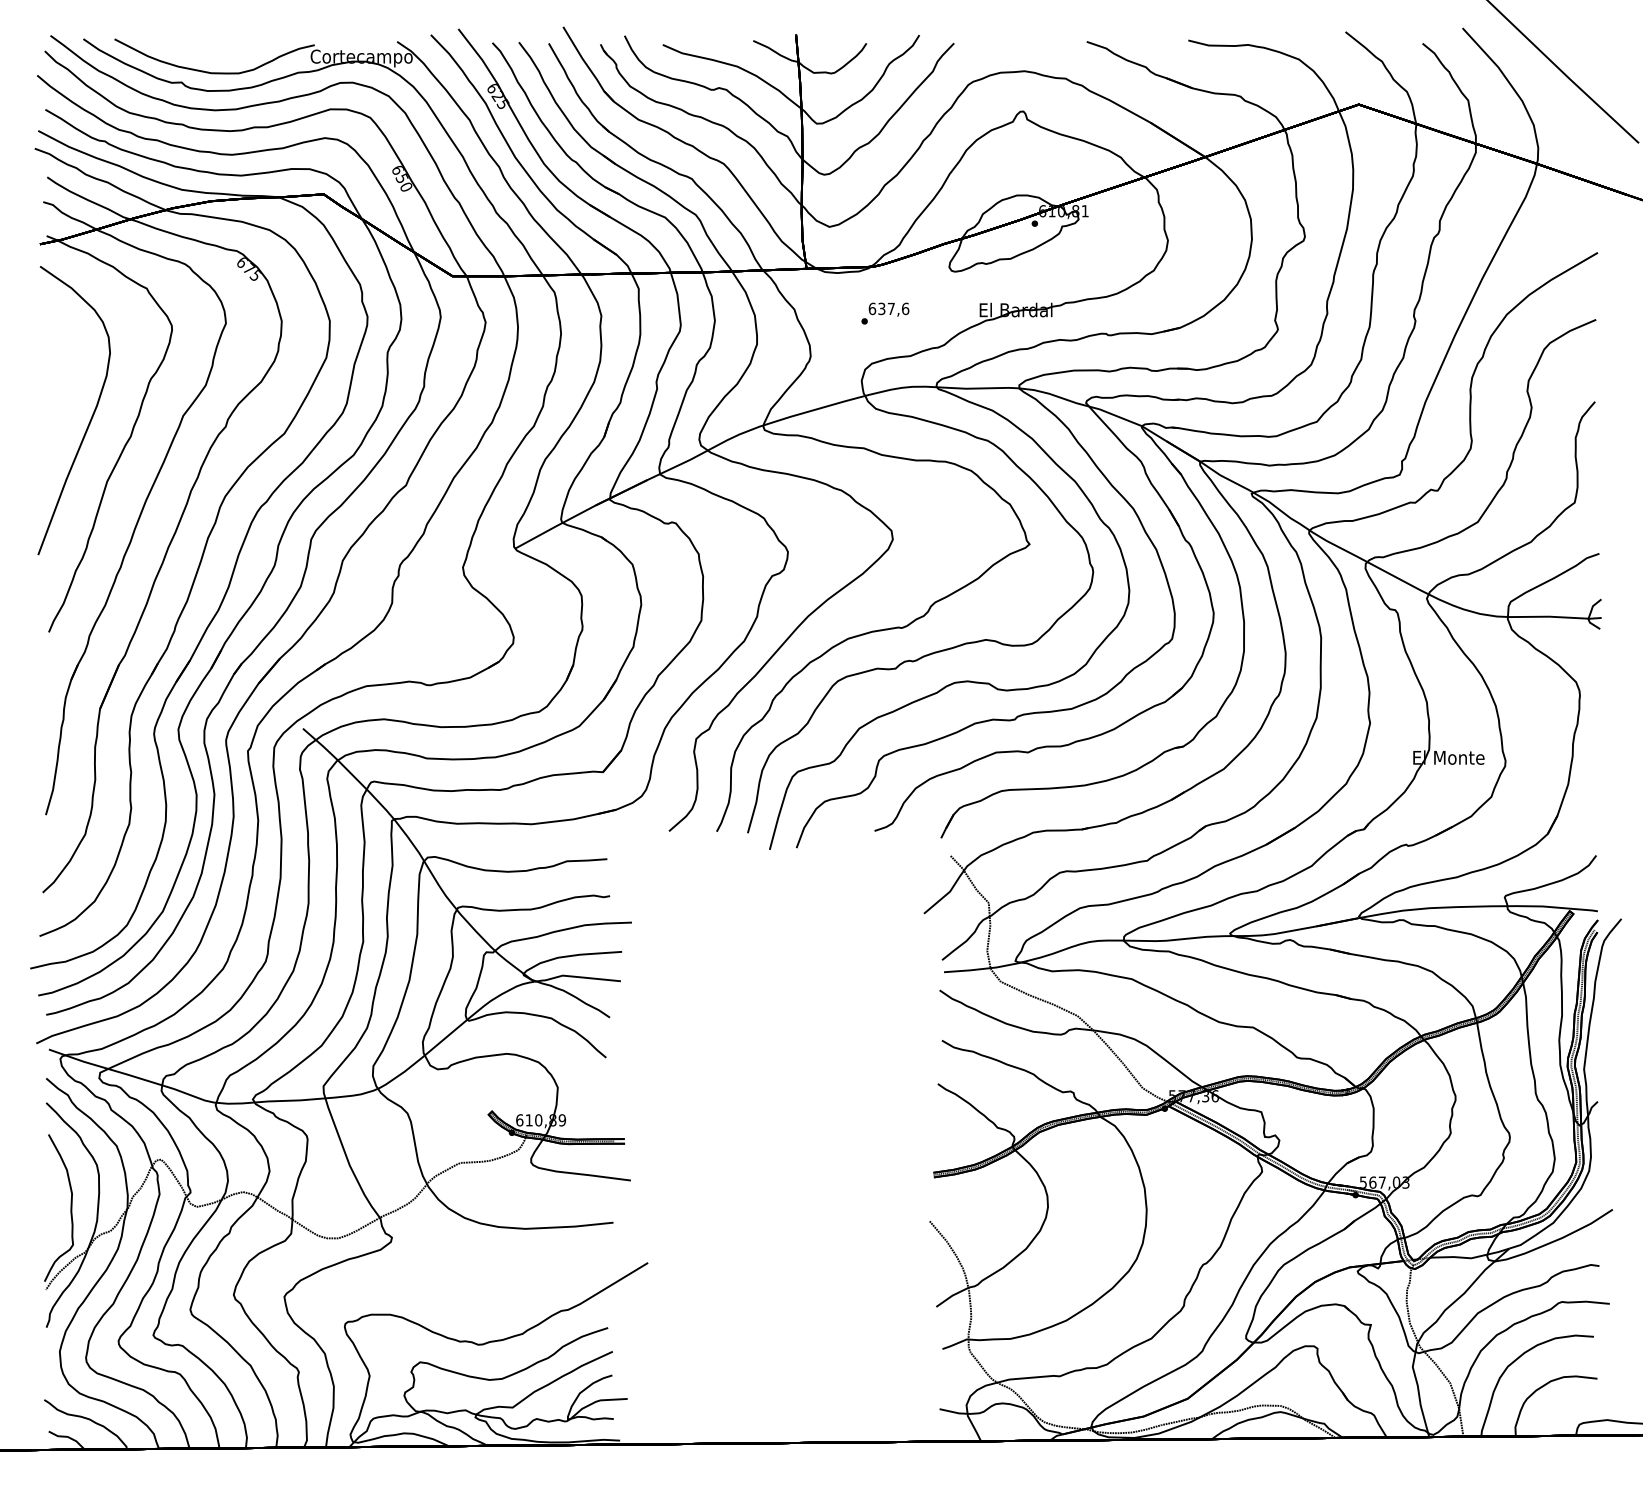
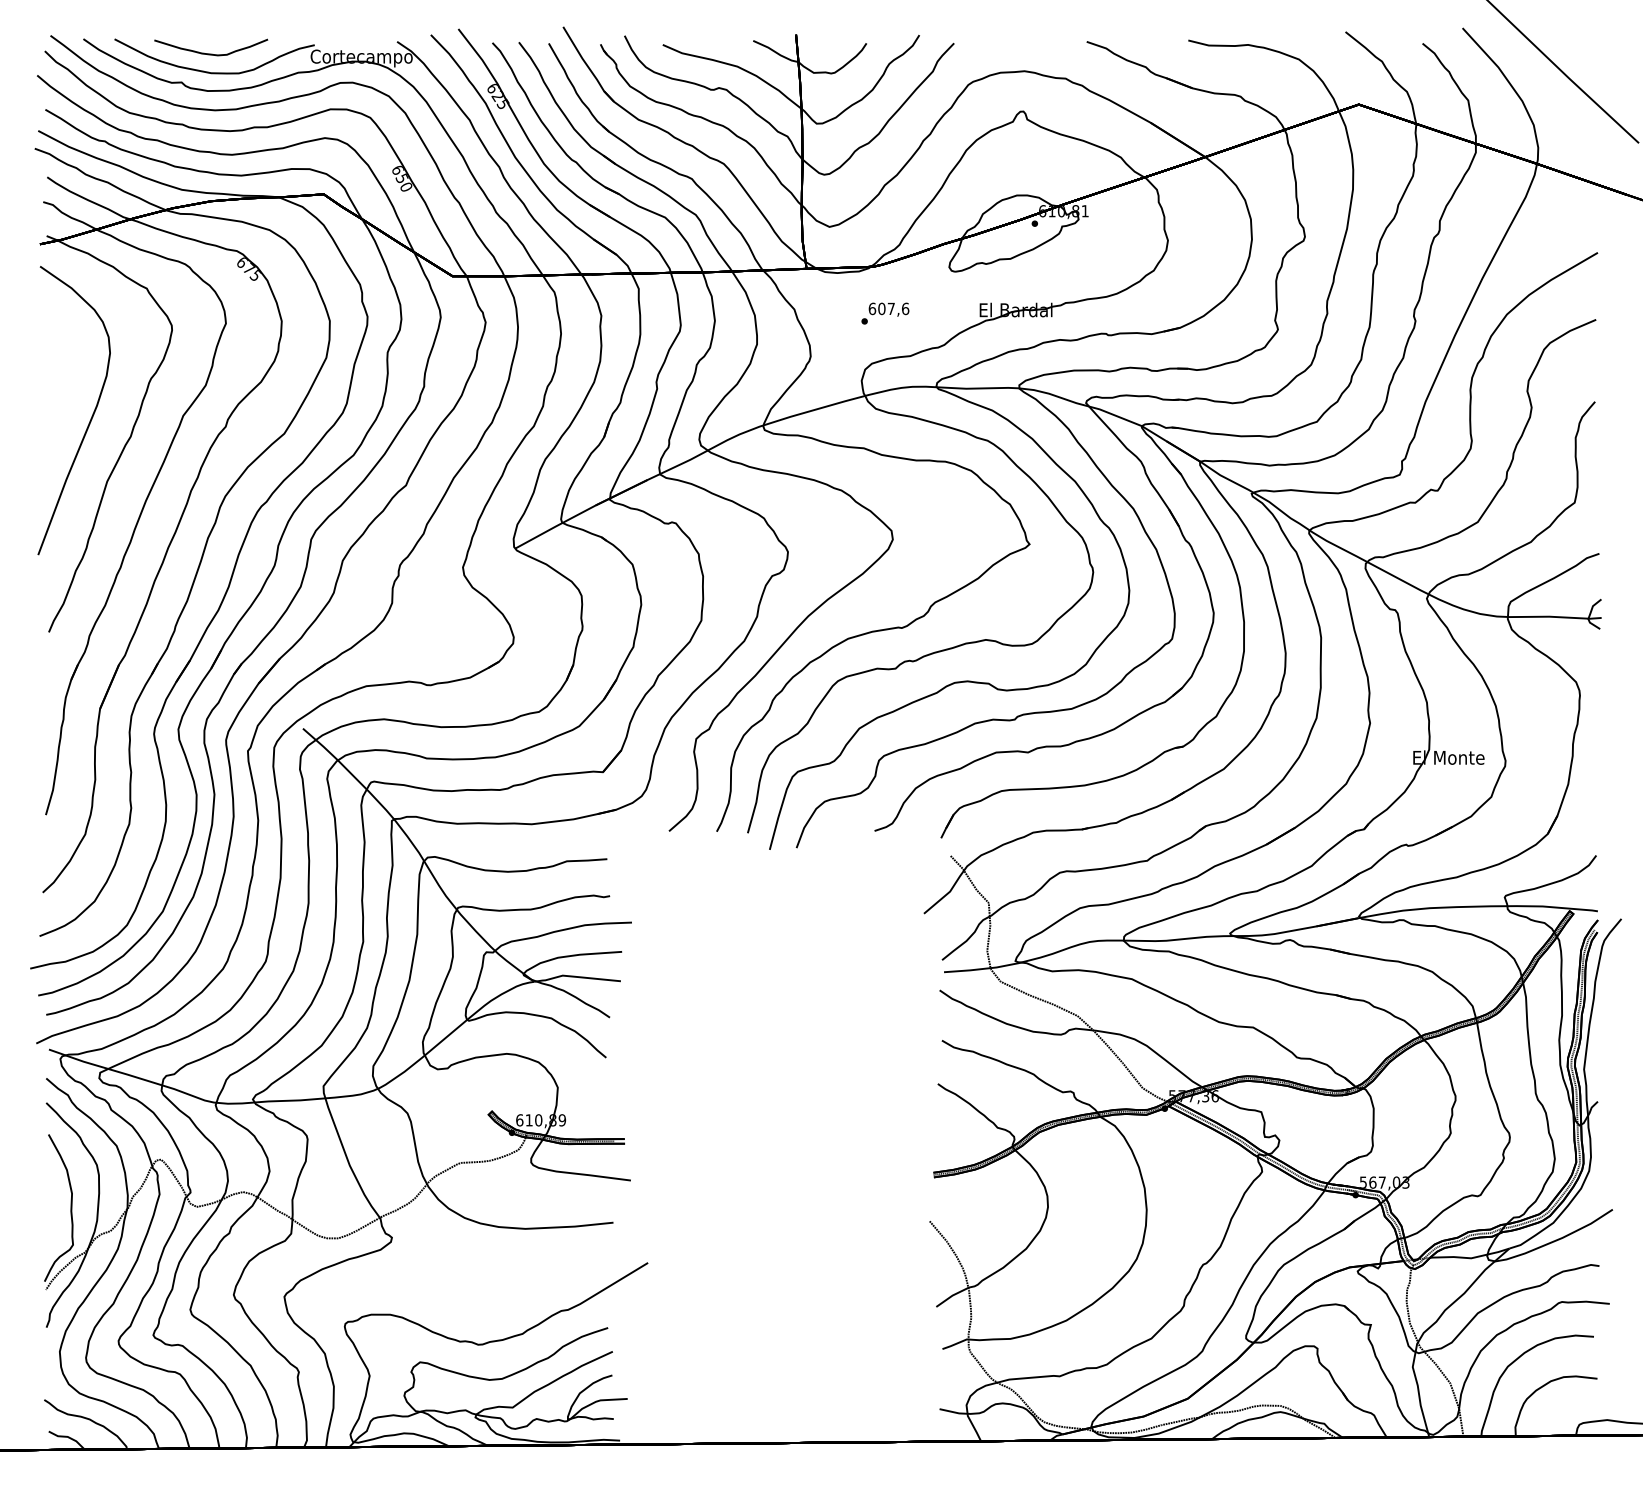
curve at (211, 53): none -> present
text at (881, 308): 637,6 -> 607,6
